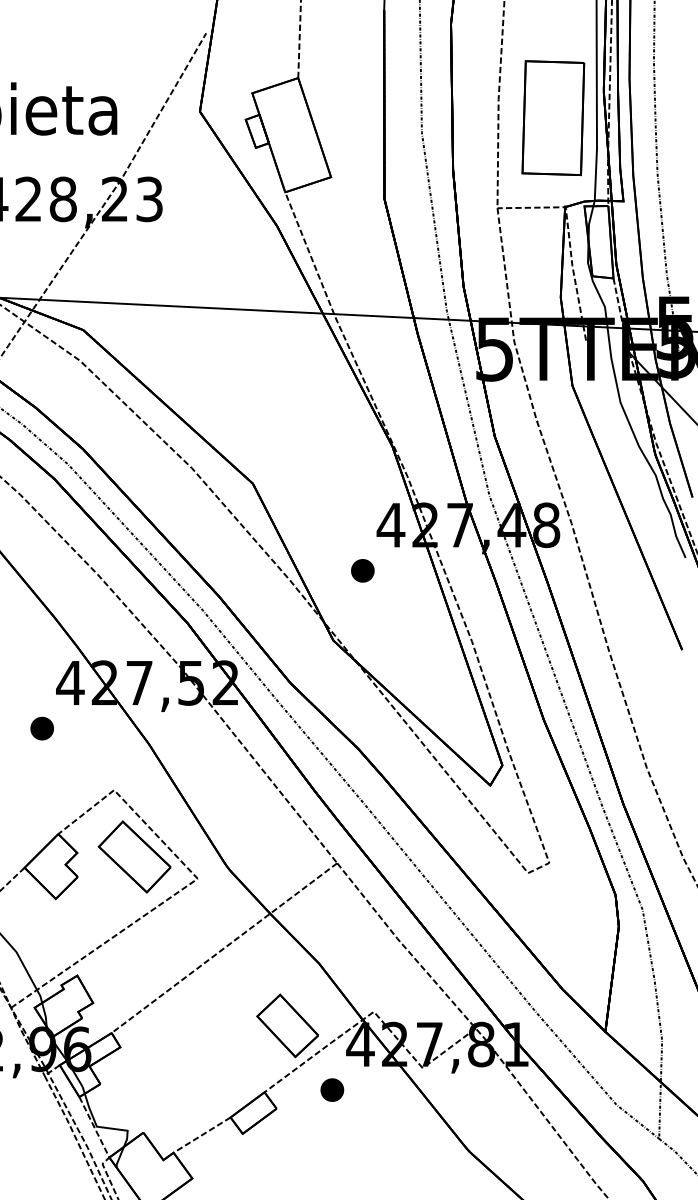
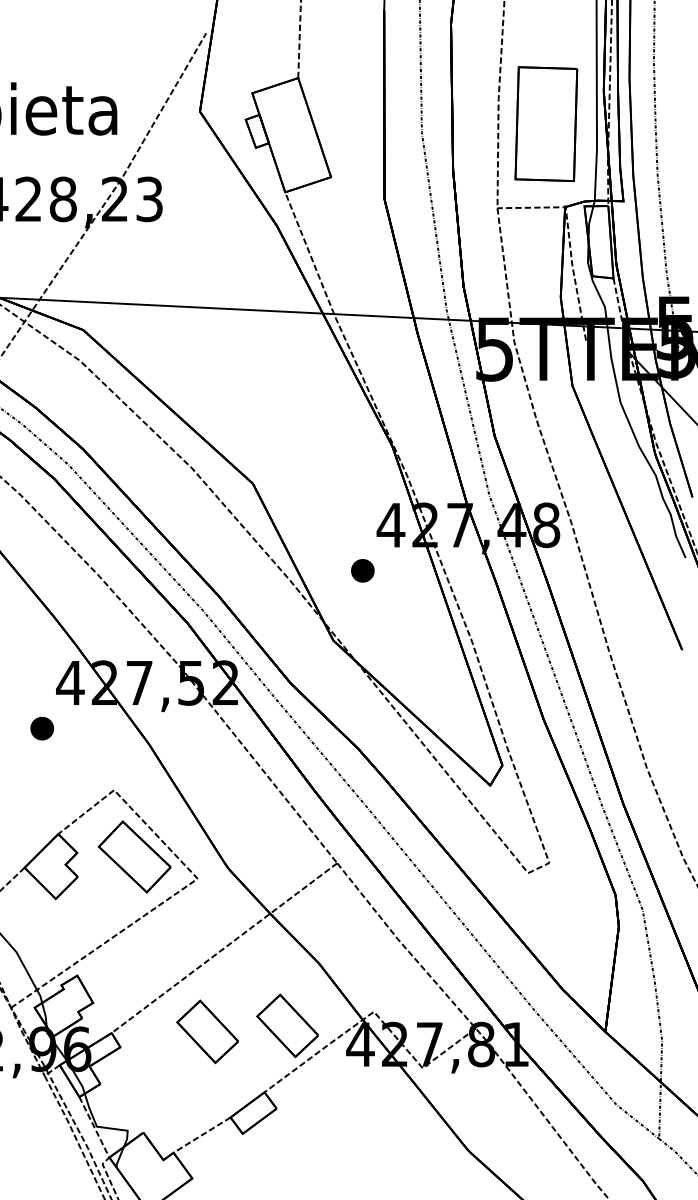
part at (553, 118) position: (553, 118) -> (546, 124)
part at (207, 1031): none -> present
part at (332, 1089): present -> none
